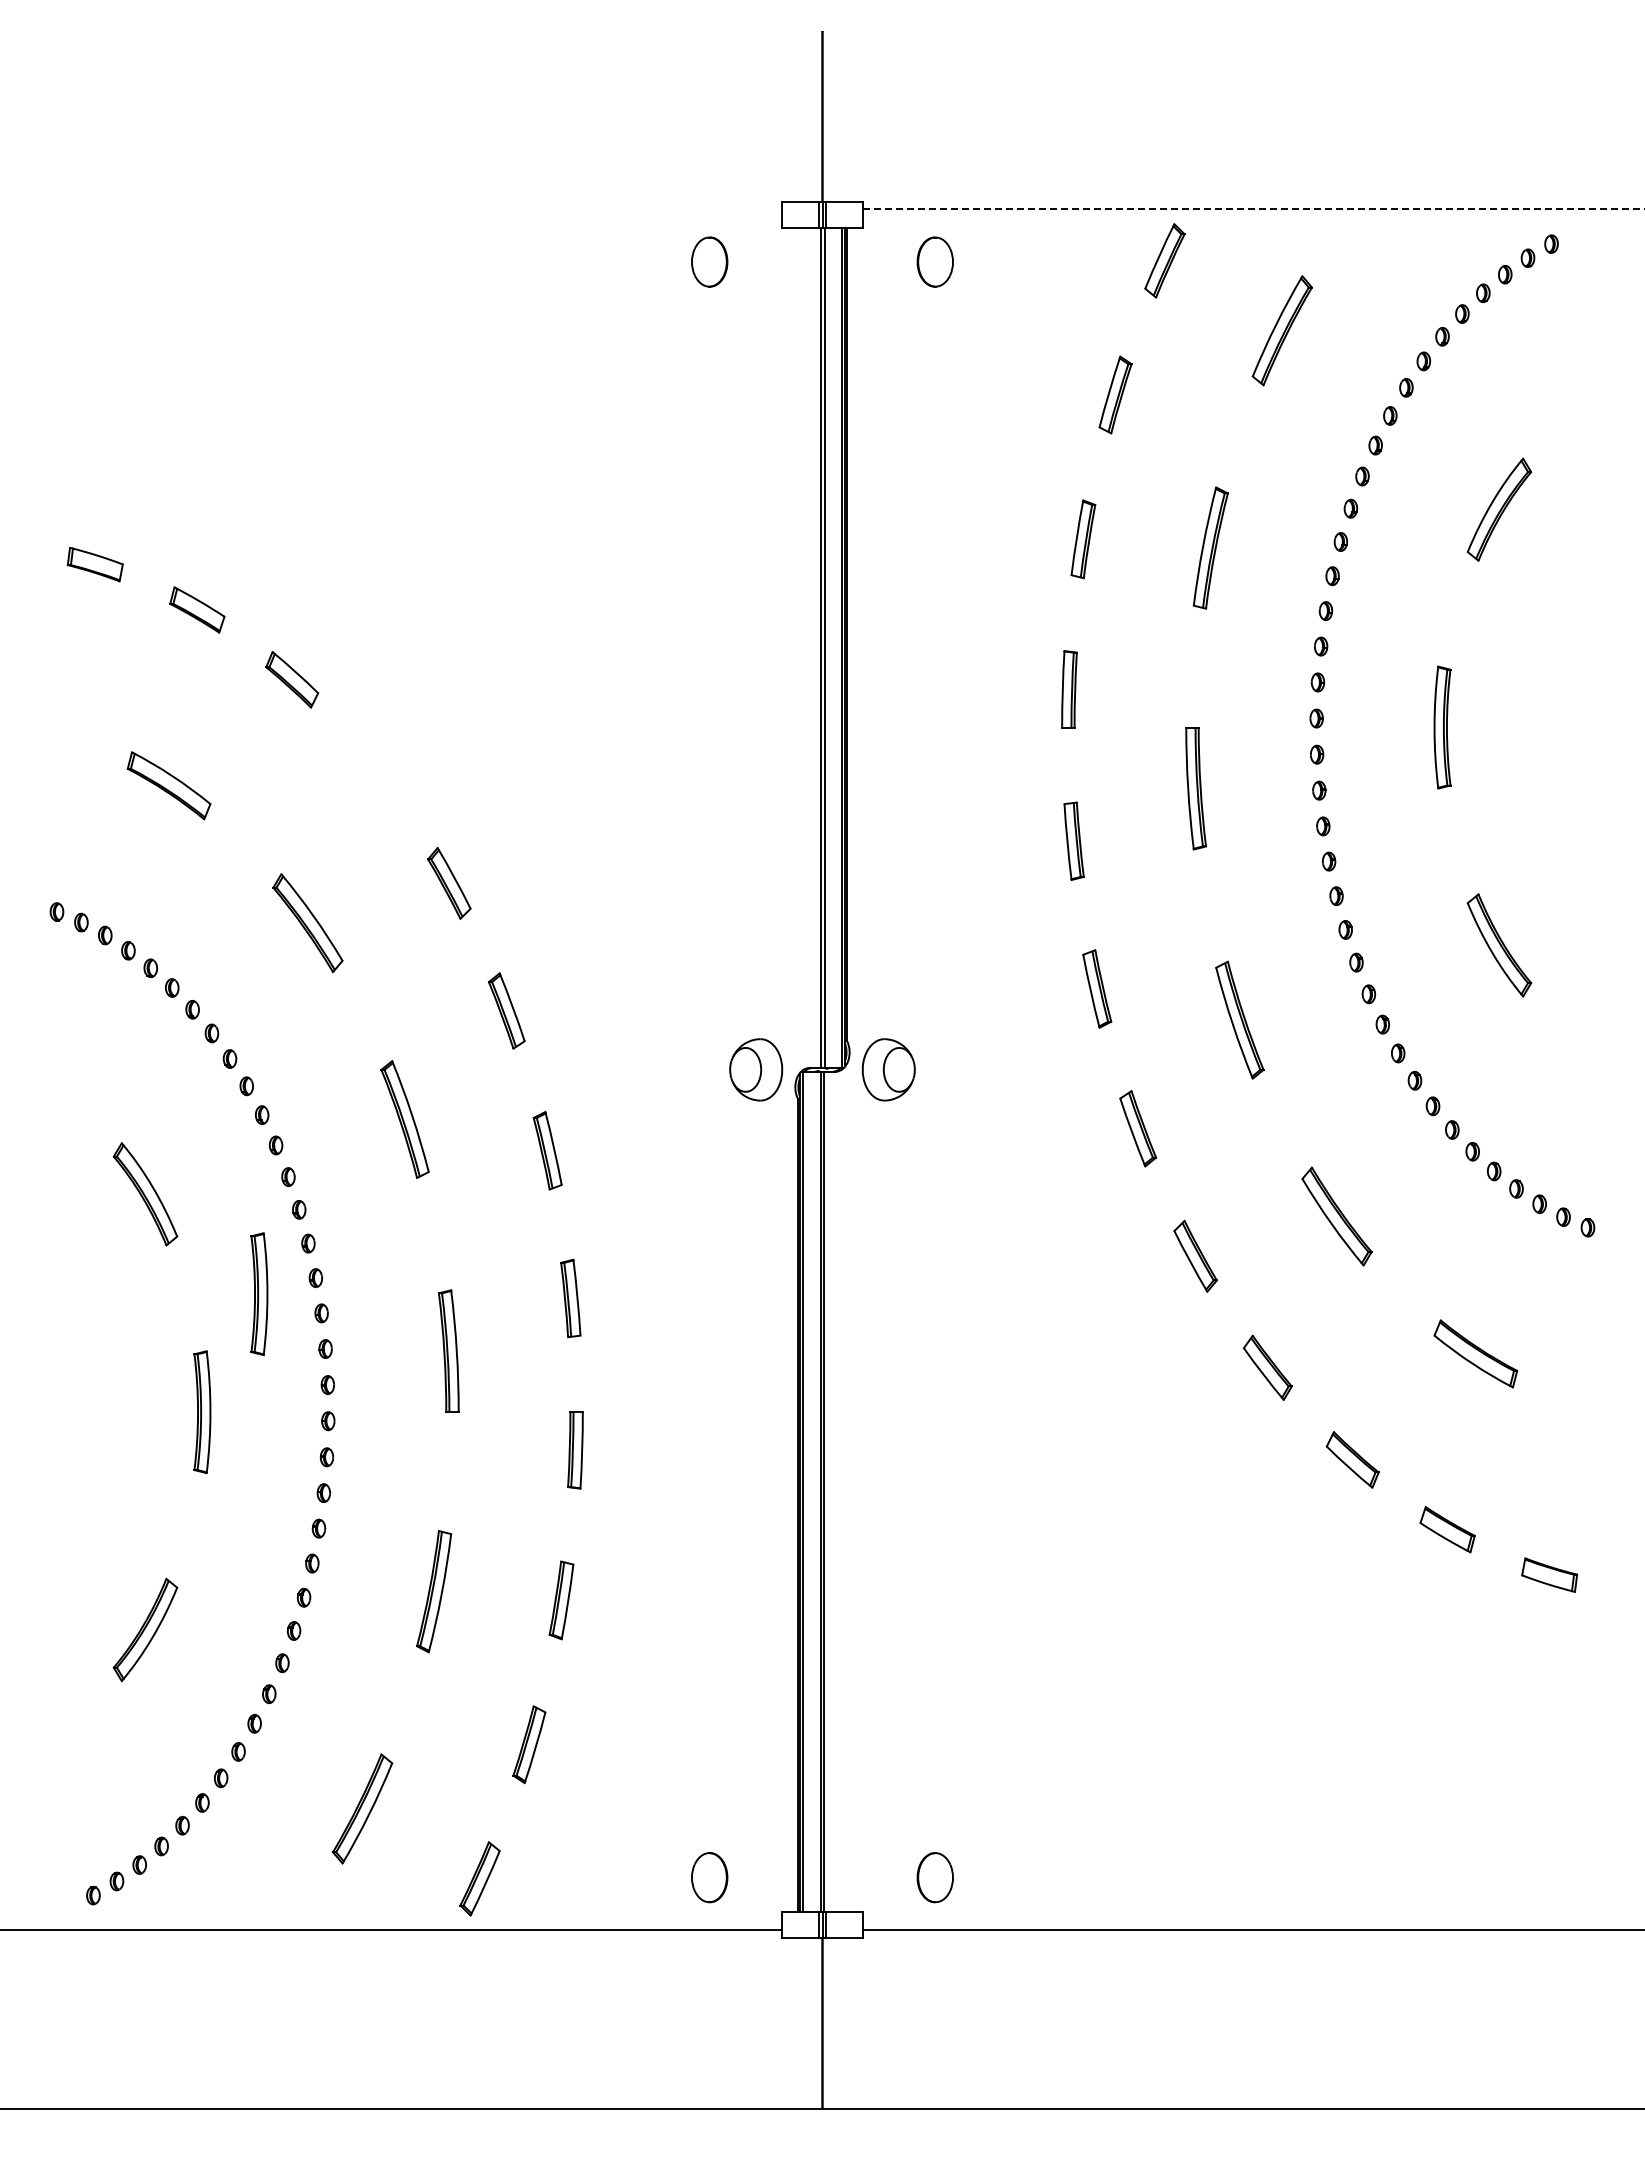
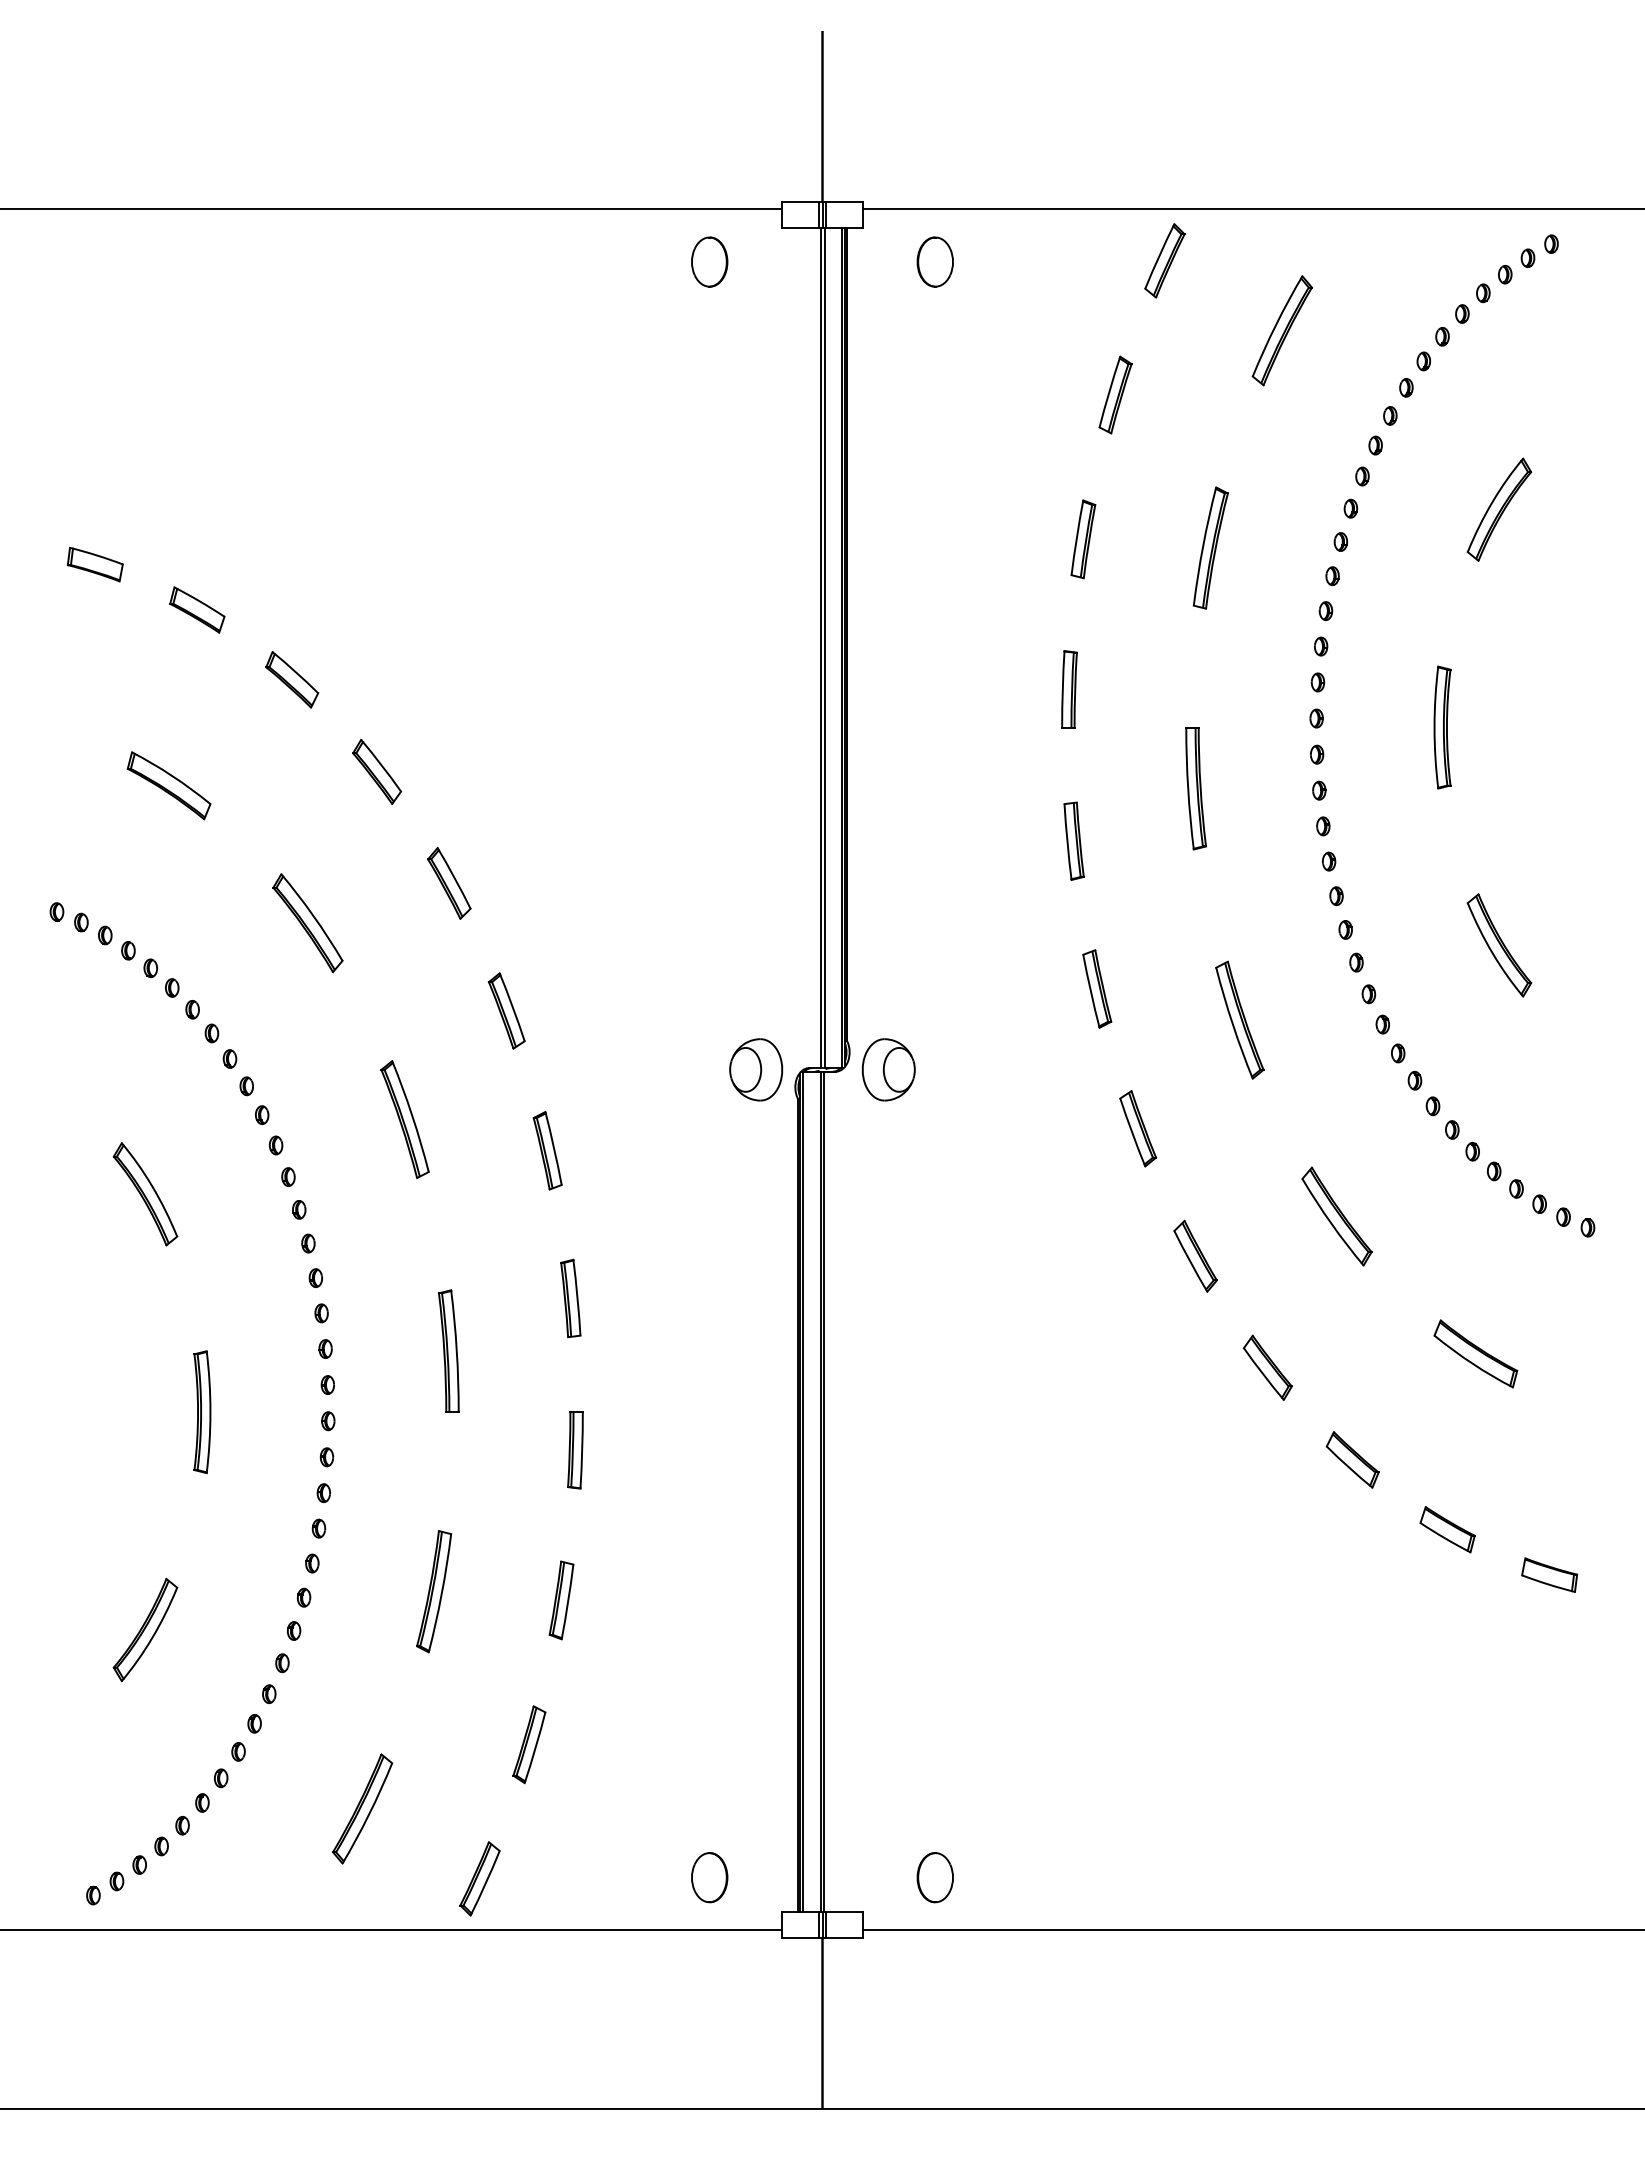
line at (391, 209): none -> present
line at (1254, 209): dashed -> solid
part at (377, 771): none -> present
part at (259, 1293): present -> none
